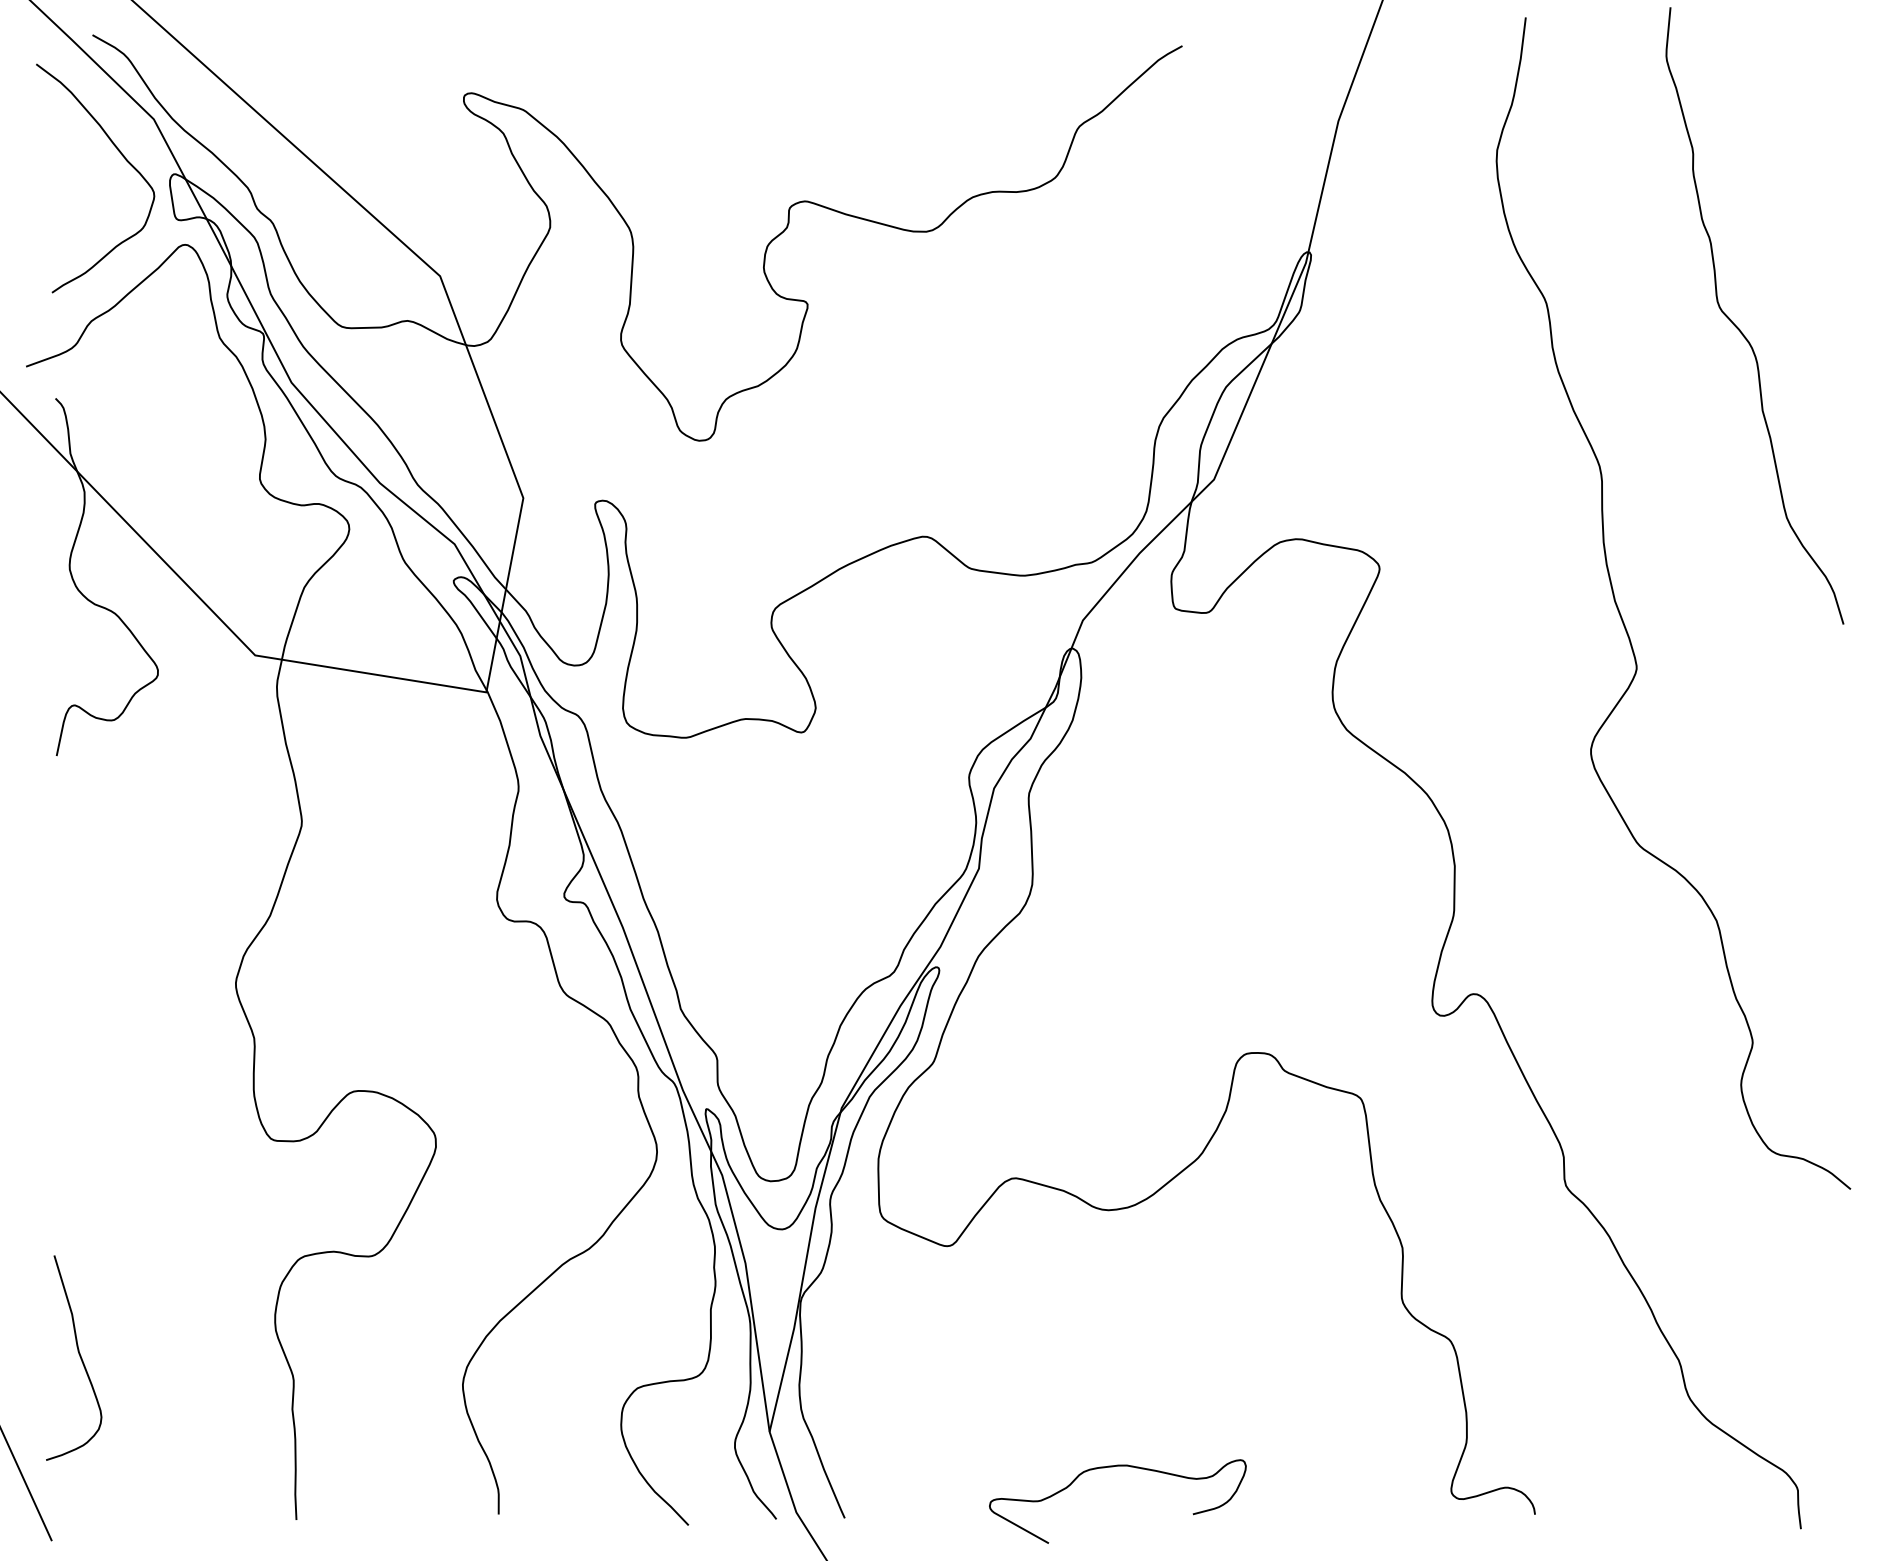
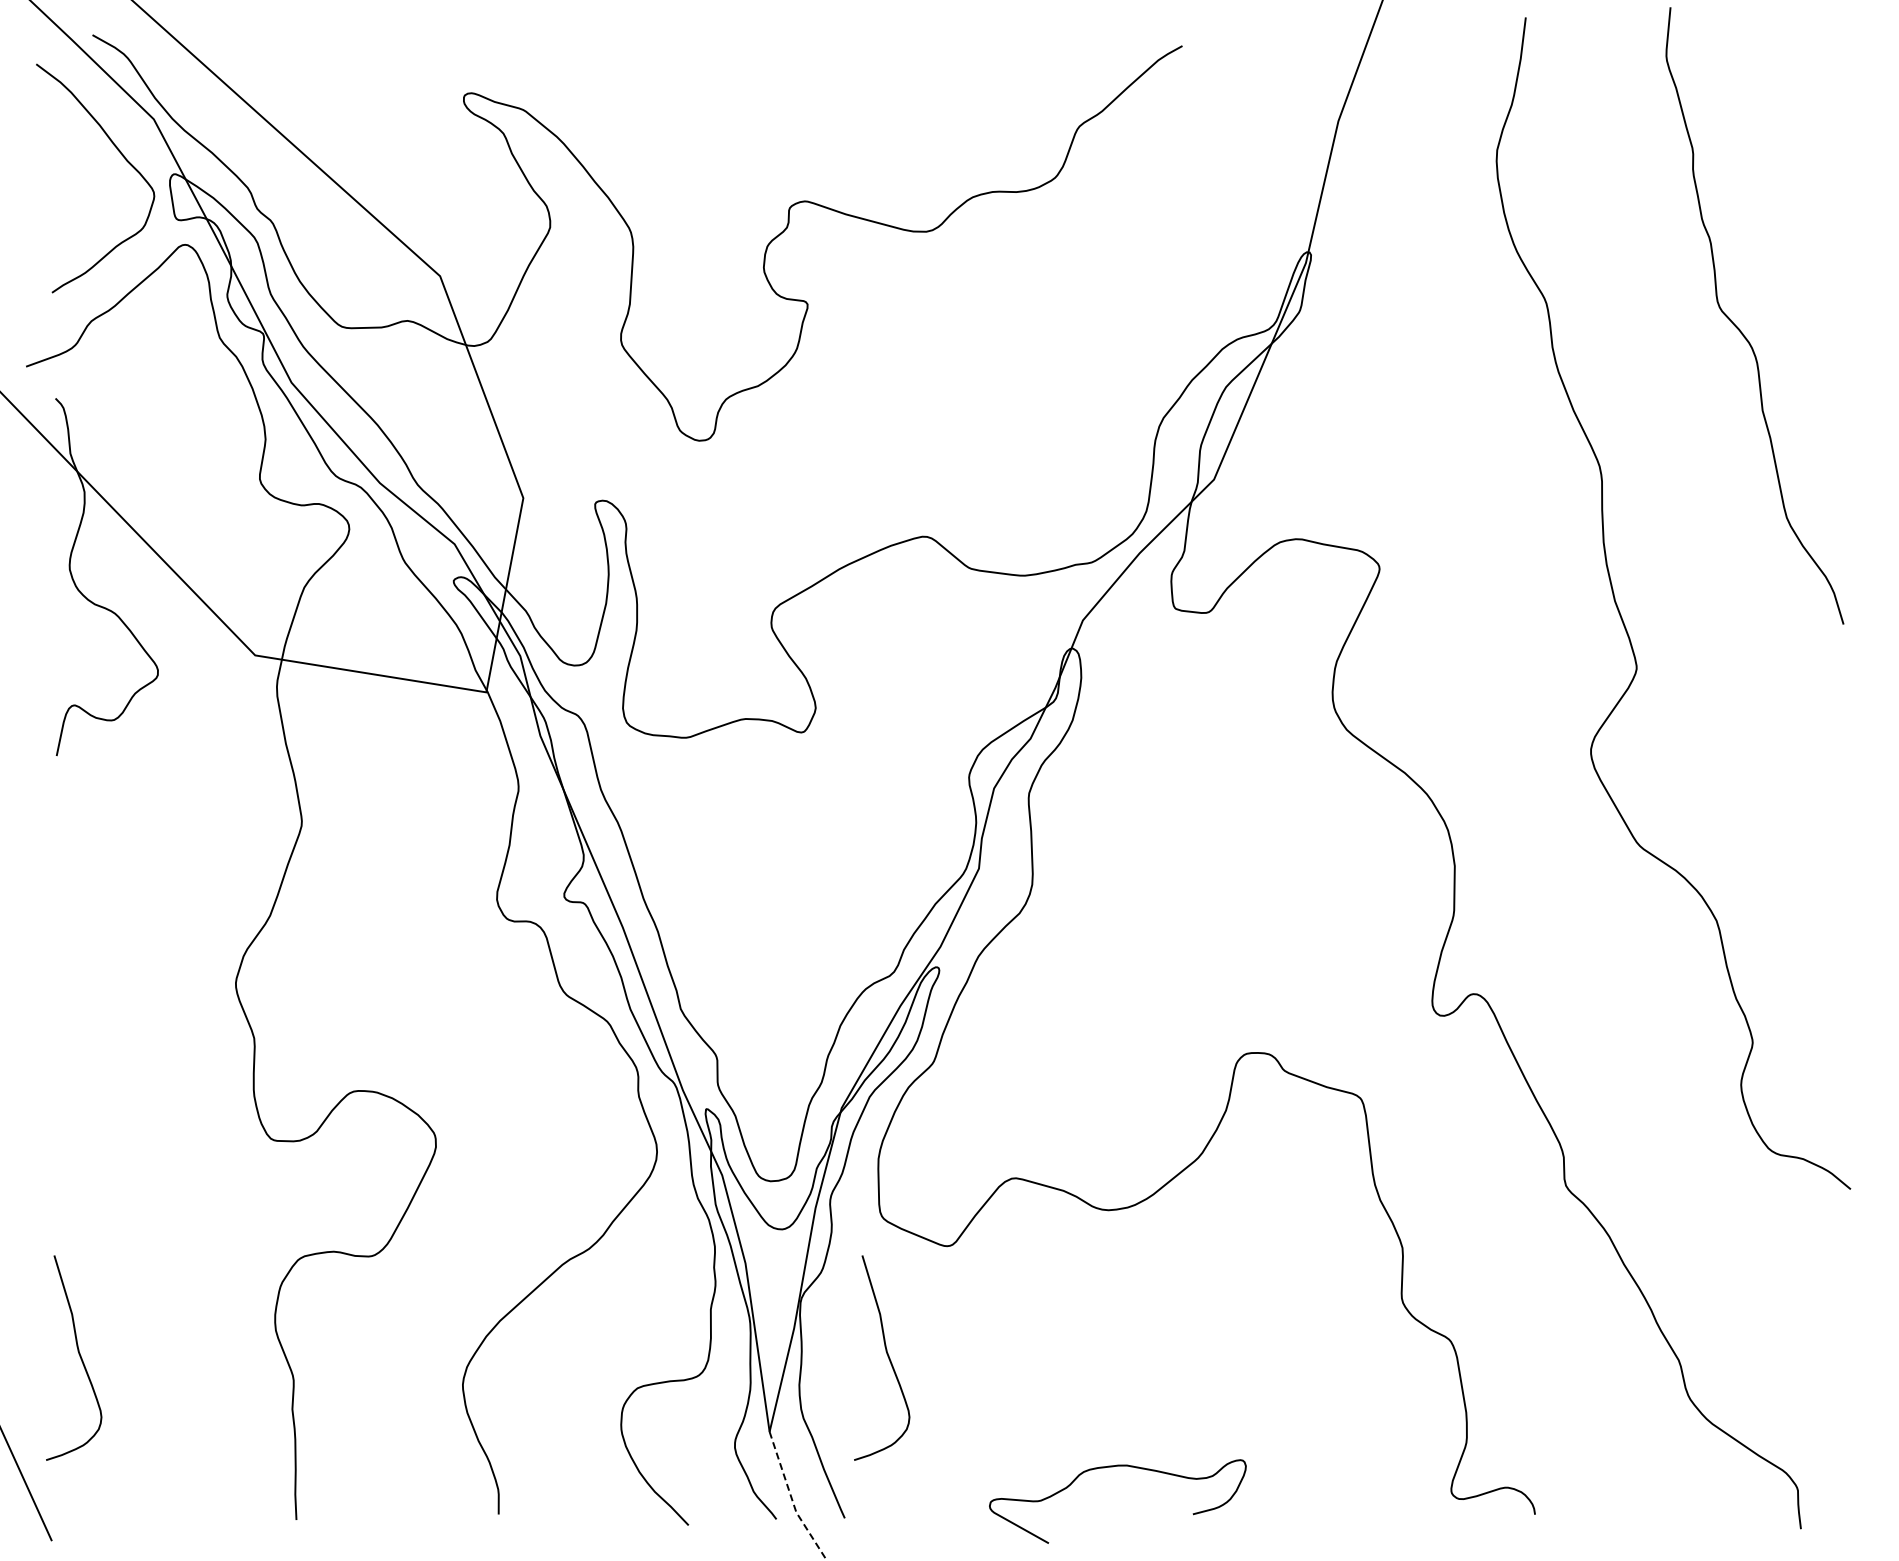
curve at (886, 1354): none -> present
line at (792, 1500): solid -> dashed
